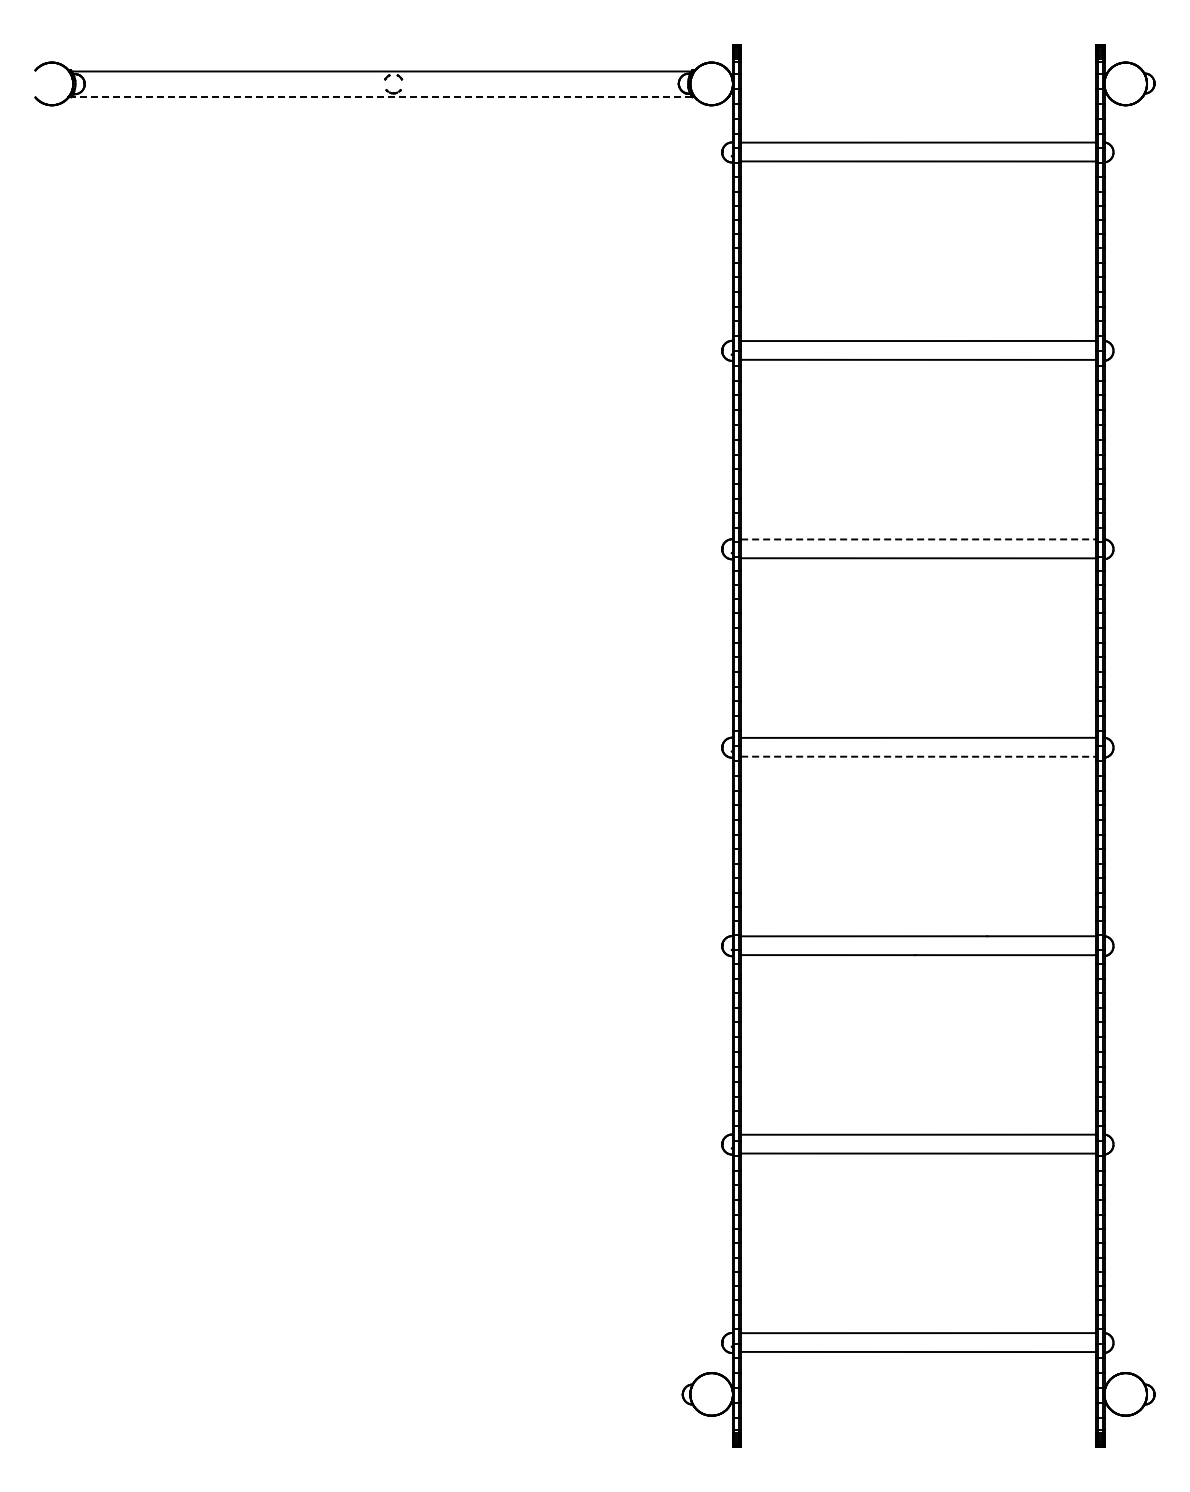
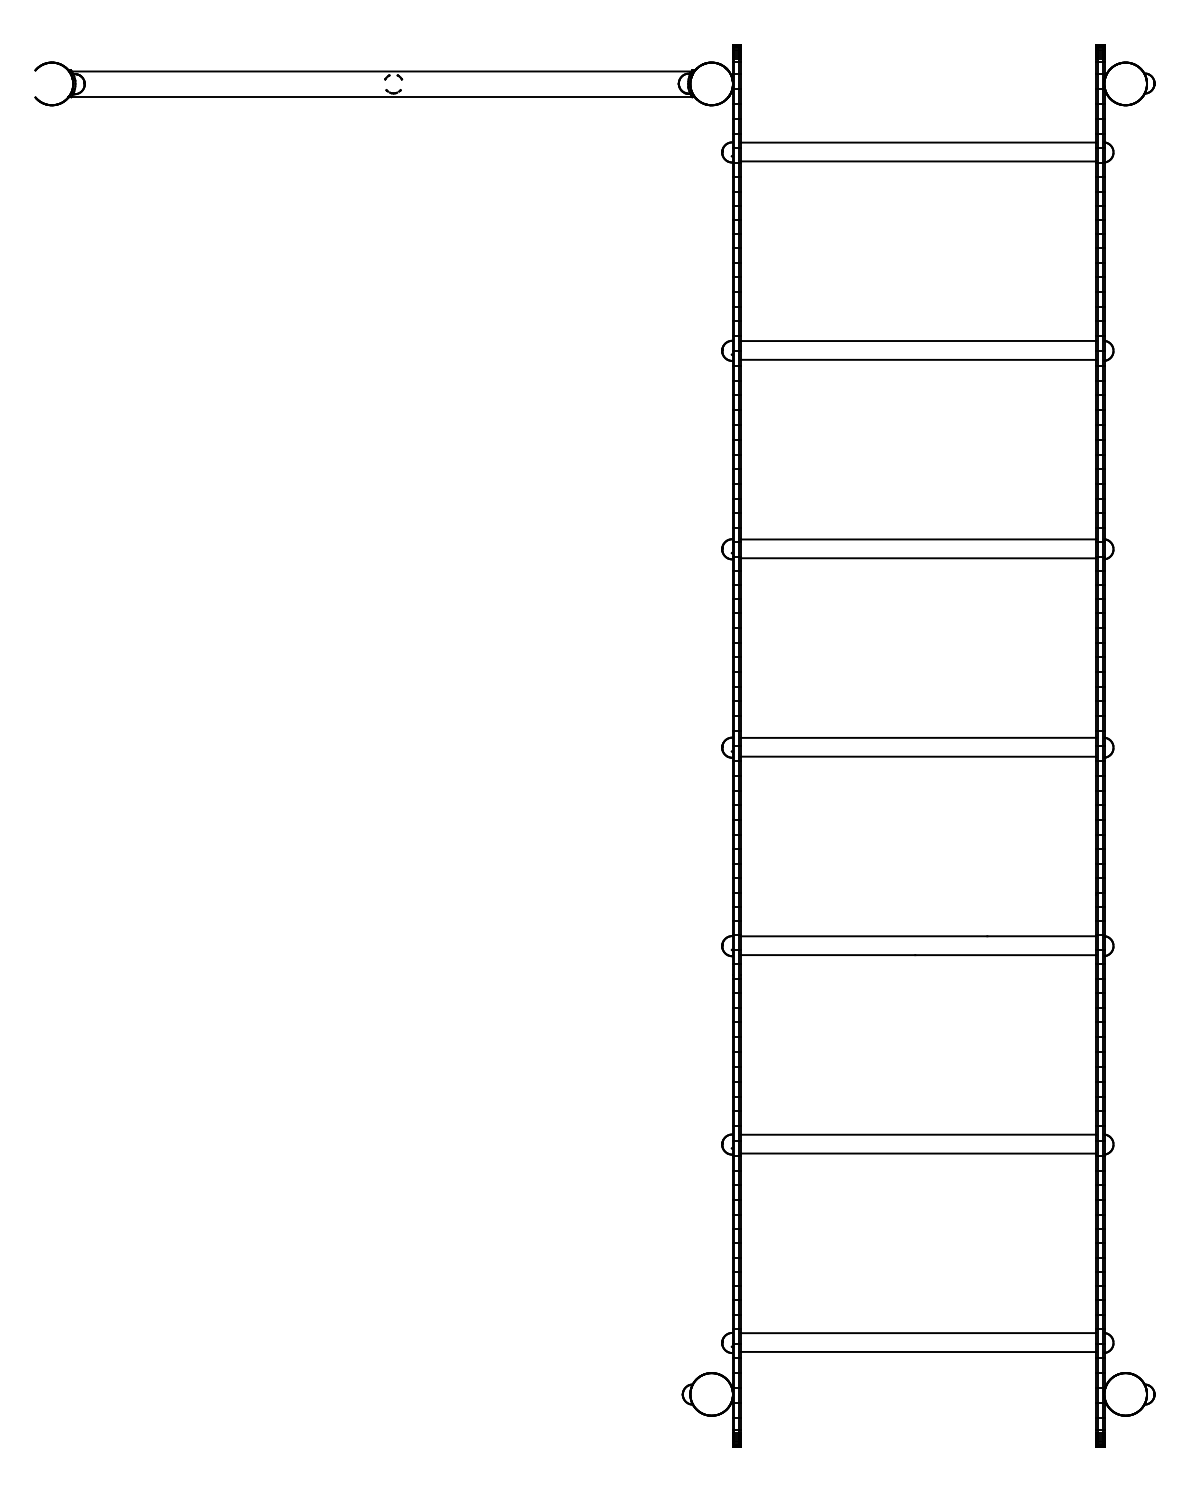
line at (381, 96): dashed -> solid
line at (918, 539): dashed -> solid
line at (918, 756): dashed -> solid
